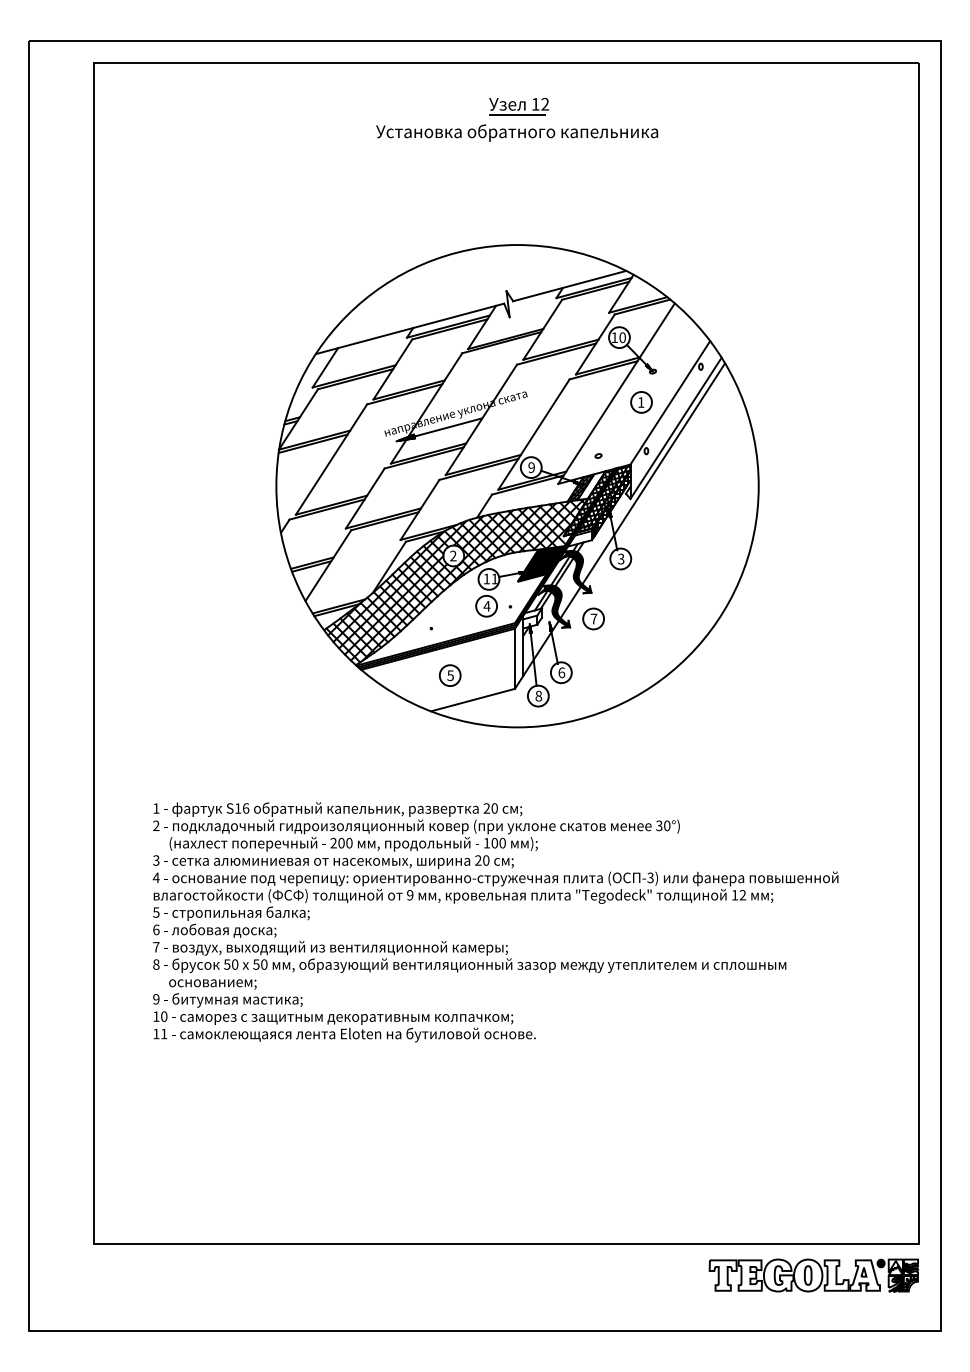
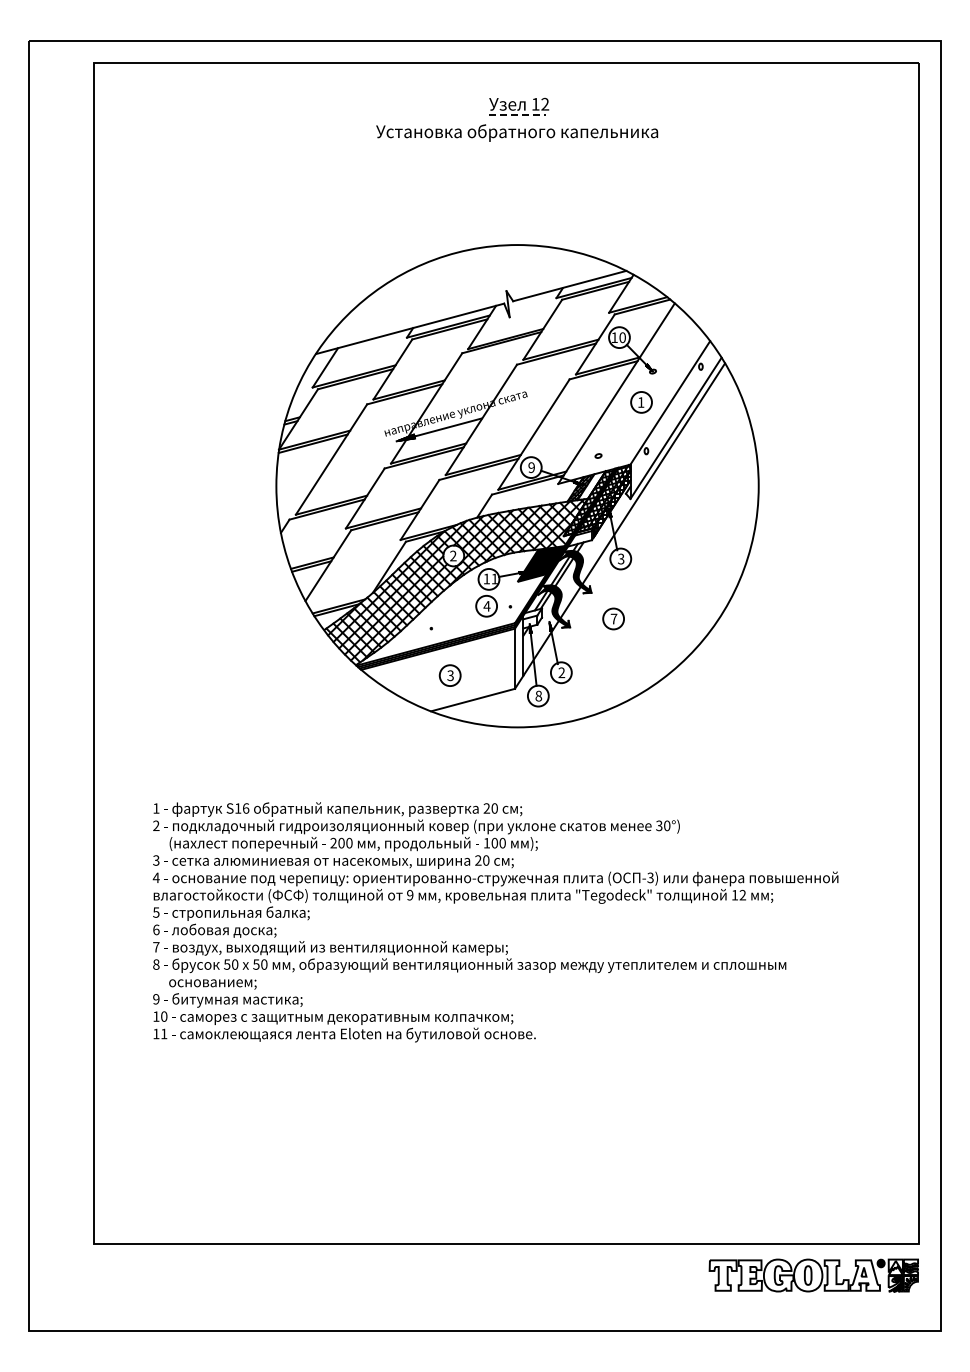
line at (517, 115): solid -> dashed
part at (593, 618) position: (593, 618) -> (613, 618)
text at (561, 672): 6 -> 2
text at (450, 675): 5 -> 3
